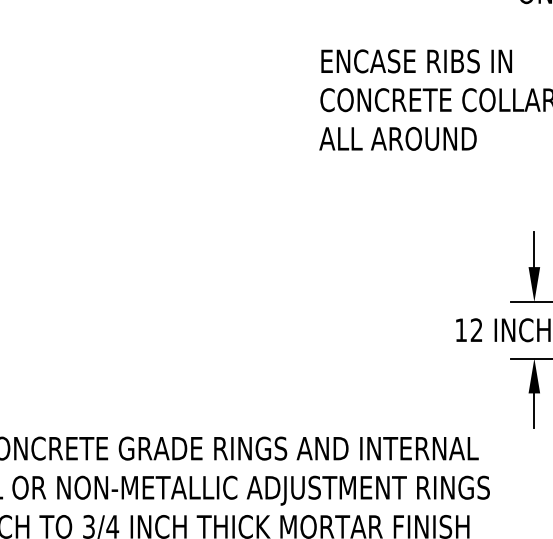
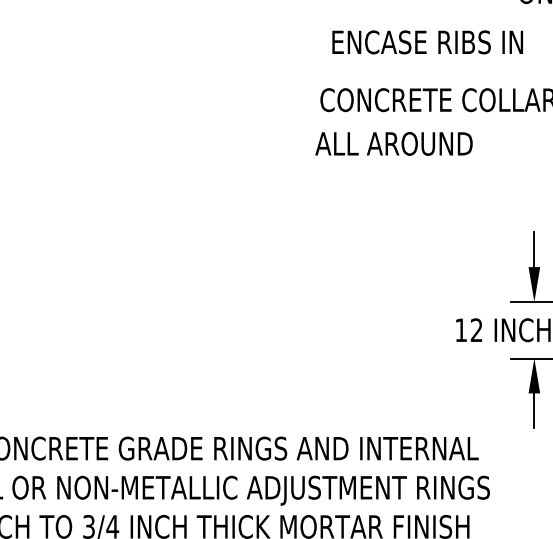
text at (416, 61) position: (416, 61) -> (427, 42)
text at (397, 138) position: (397, 138) -> (393, 143)
